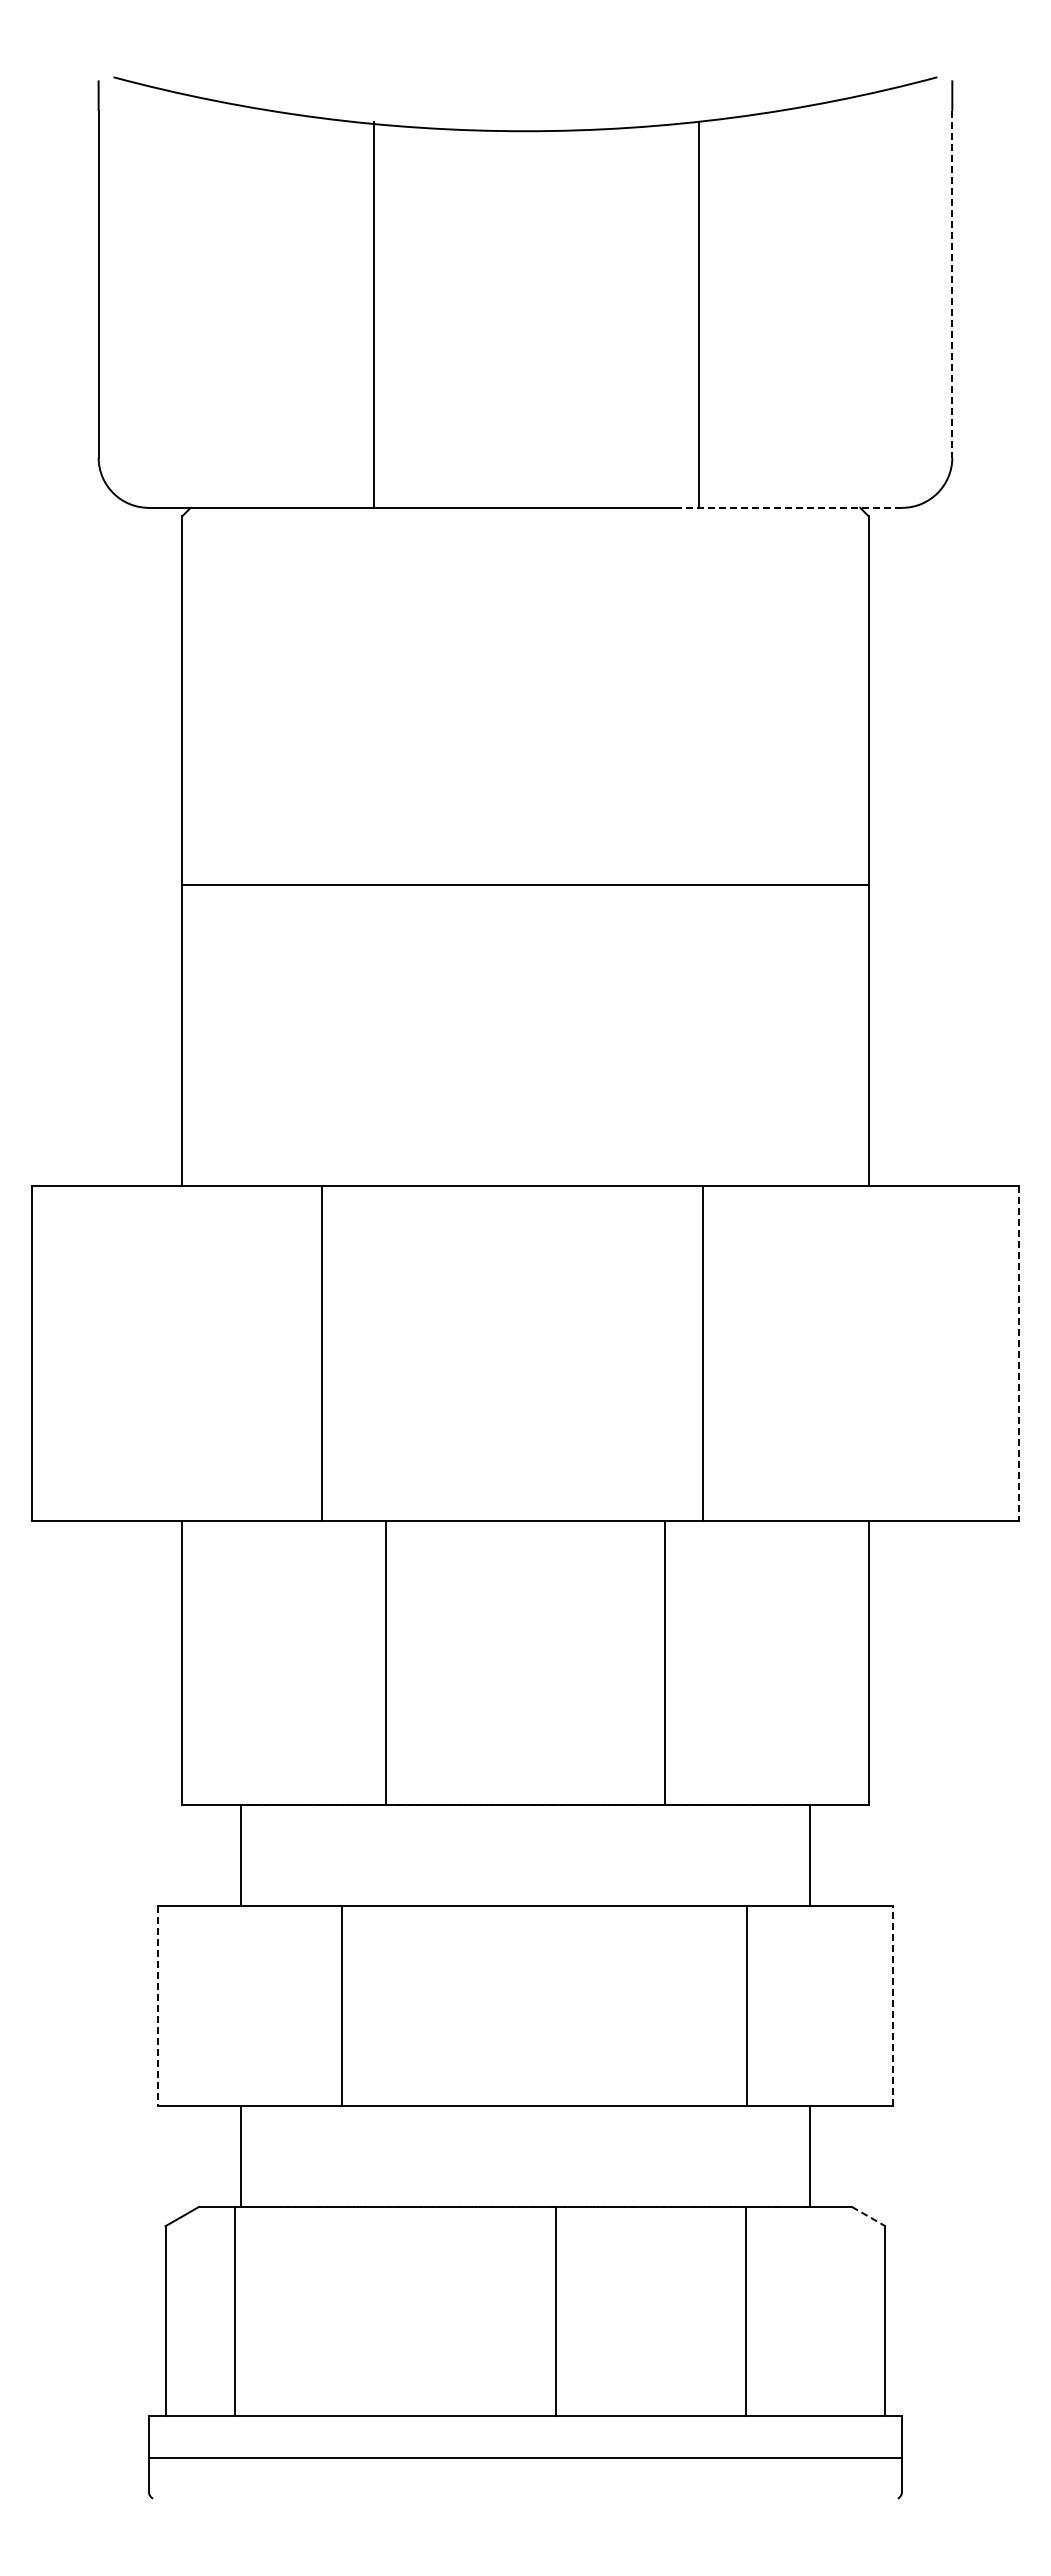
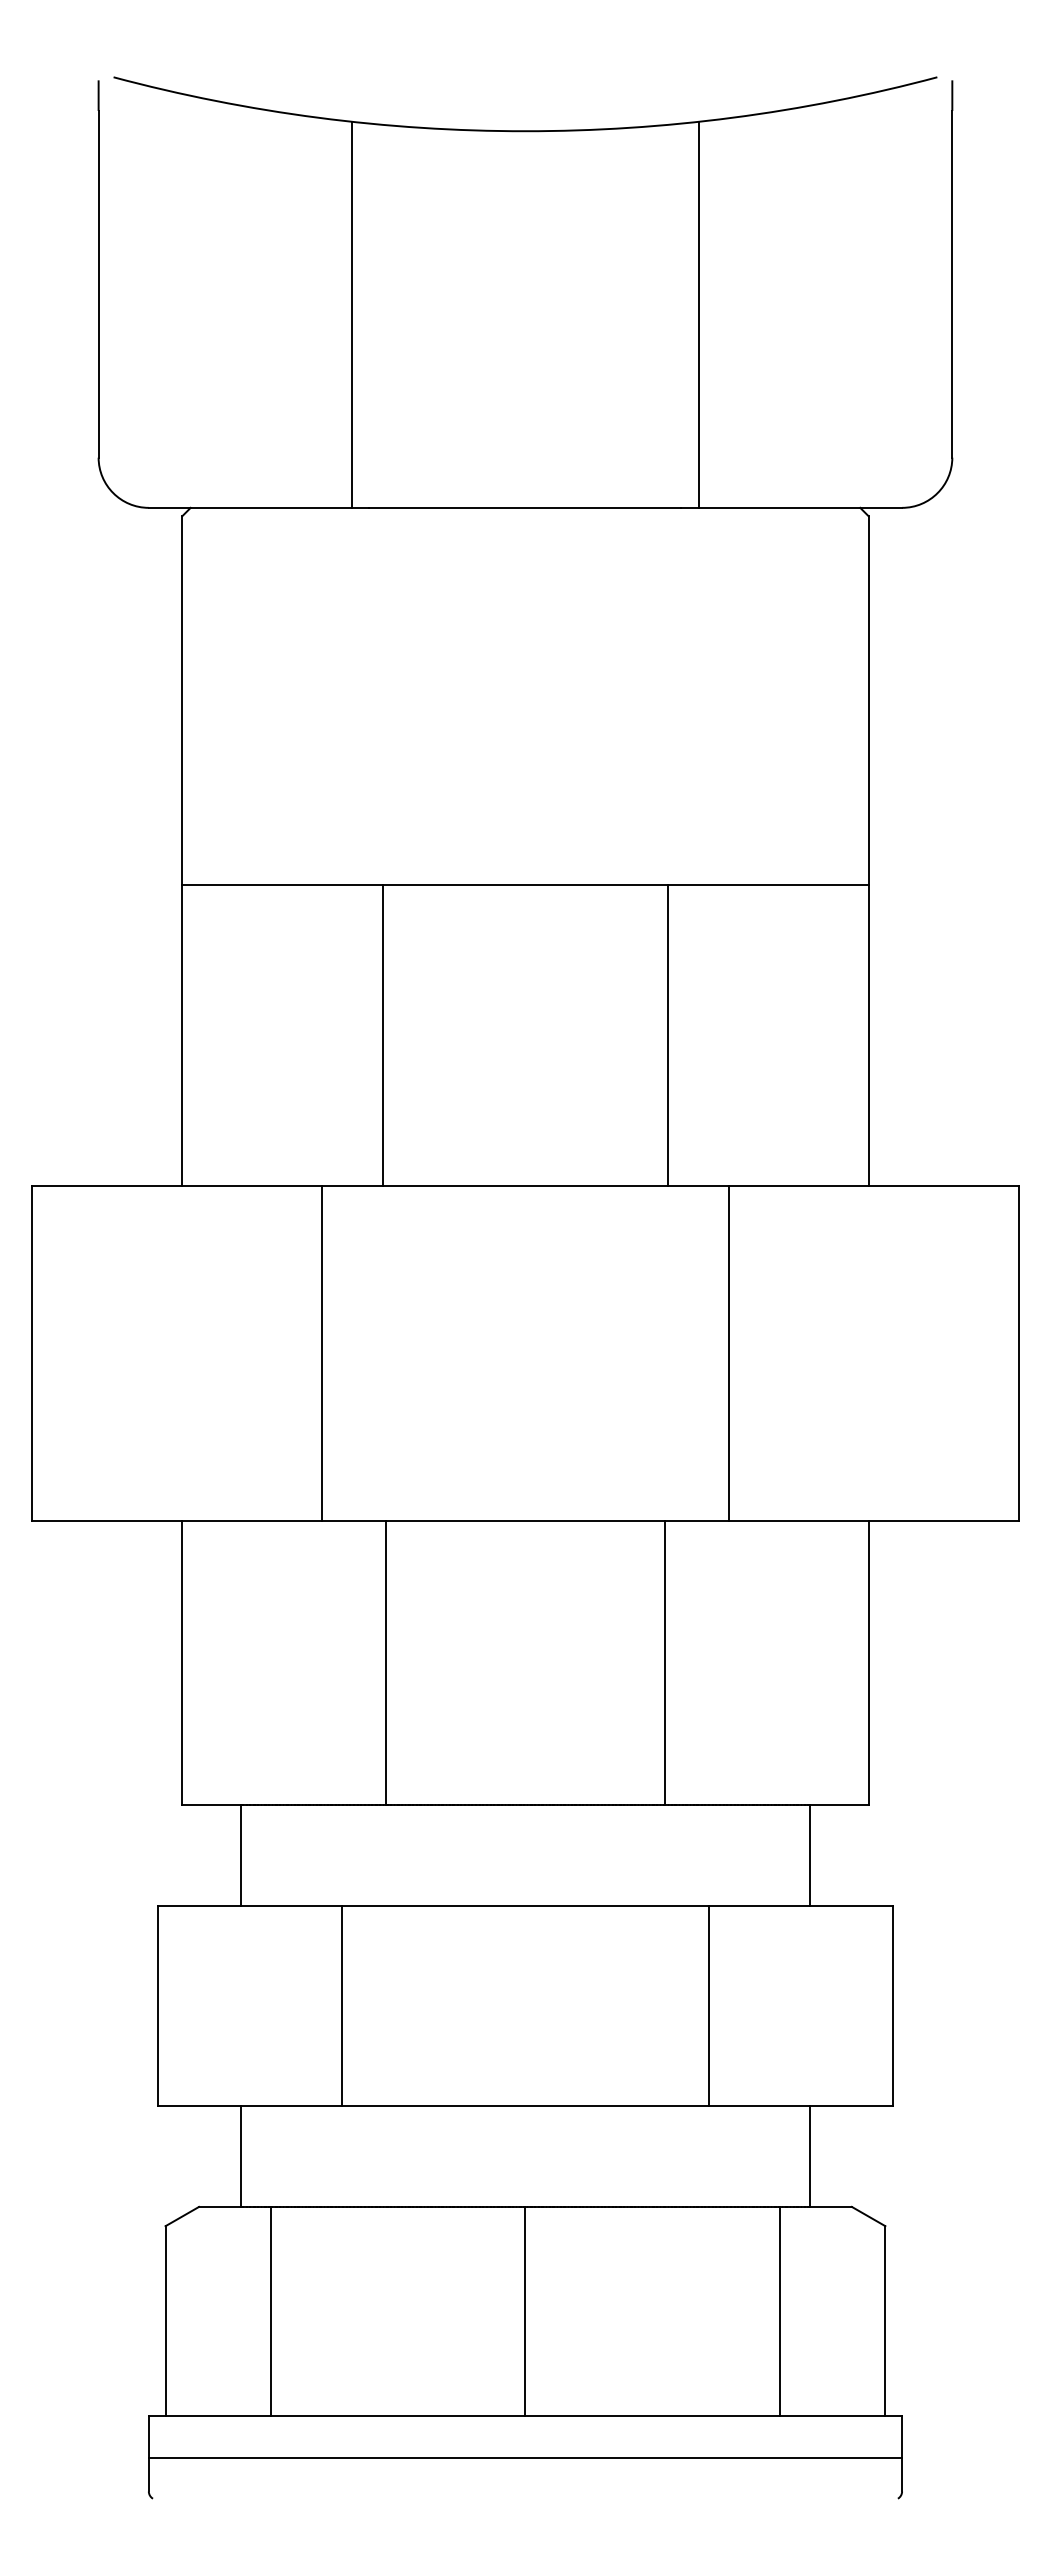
line at (952, 284): dashed -> solid
line at (373, 314) position: (373, 314) -> (351, 314)
line at (791, 507): dashed -> solid
line at (383, 1034): none -> present
line at (667, 1034): none -> present
line at (702, 1352) position: (702, 1352) -> (728, 1352)
line at (1019, 1353): dashed -> solid
line at (747, 2005) position: (747, 2005) -> (709, 2005)
line at (892, 2005): dashed -> solid
line at (158, 2006): dashed -> solid
line at (869, 2216): dashed -> solid
line at (235, 2311) position: (235, 2311) -> (271, 2311)
line at (556, 2311) position: (556, 2311) -> (525, 2311)
line at (745, 2311) position: (745, 2311) -> (779, 2311)
